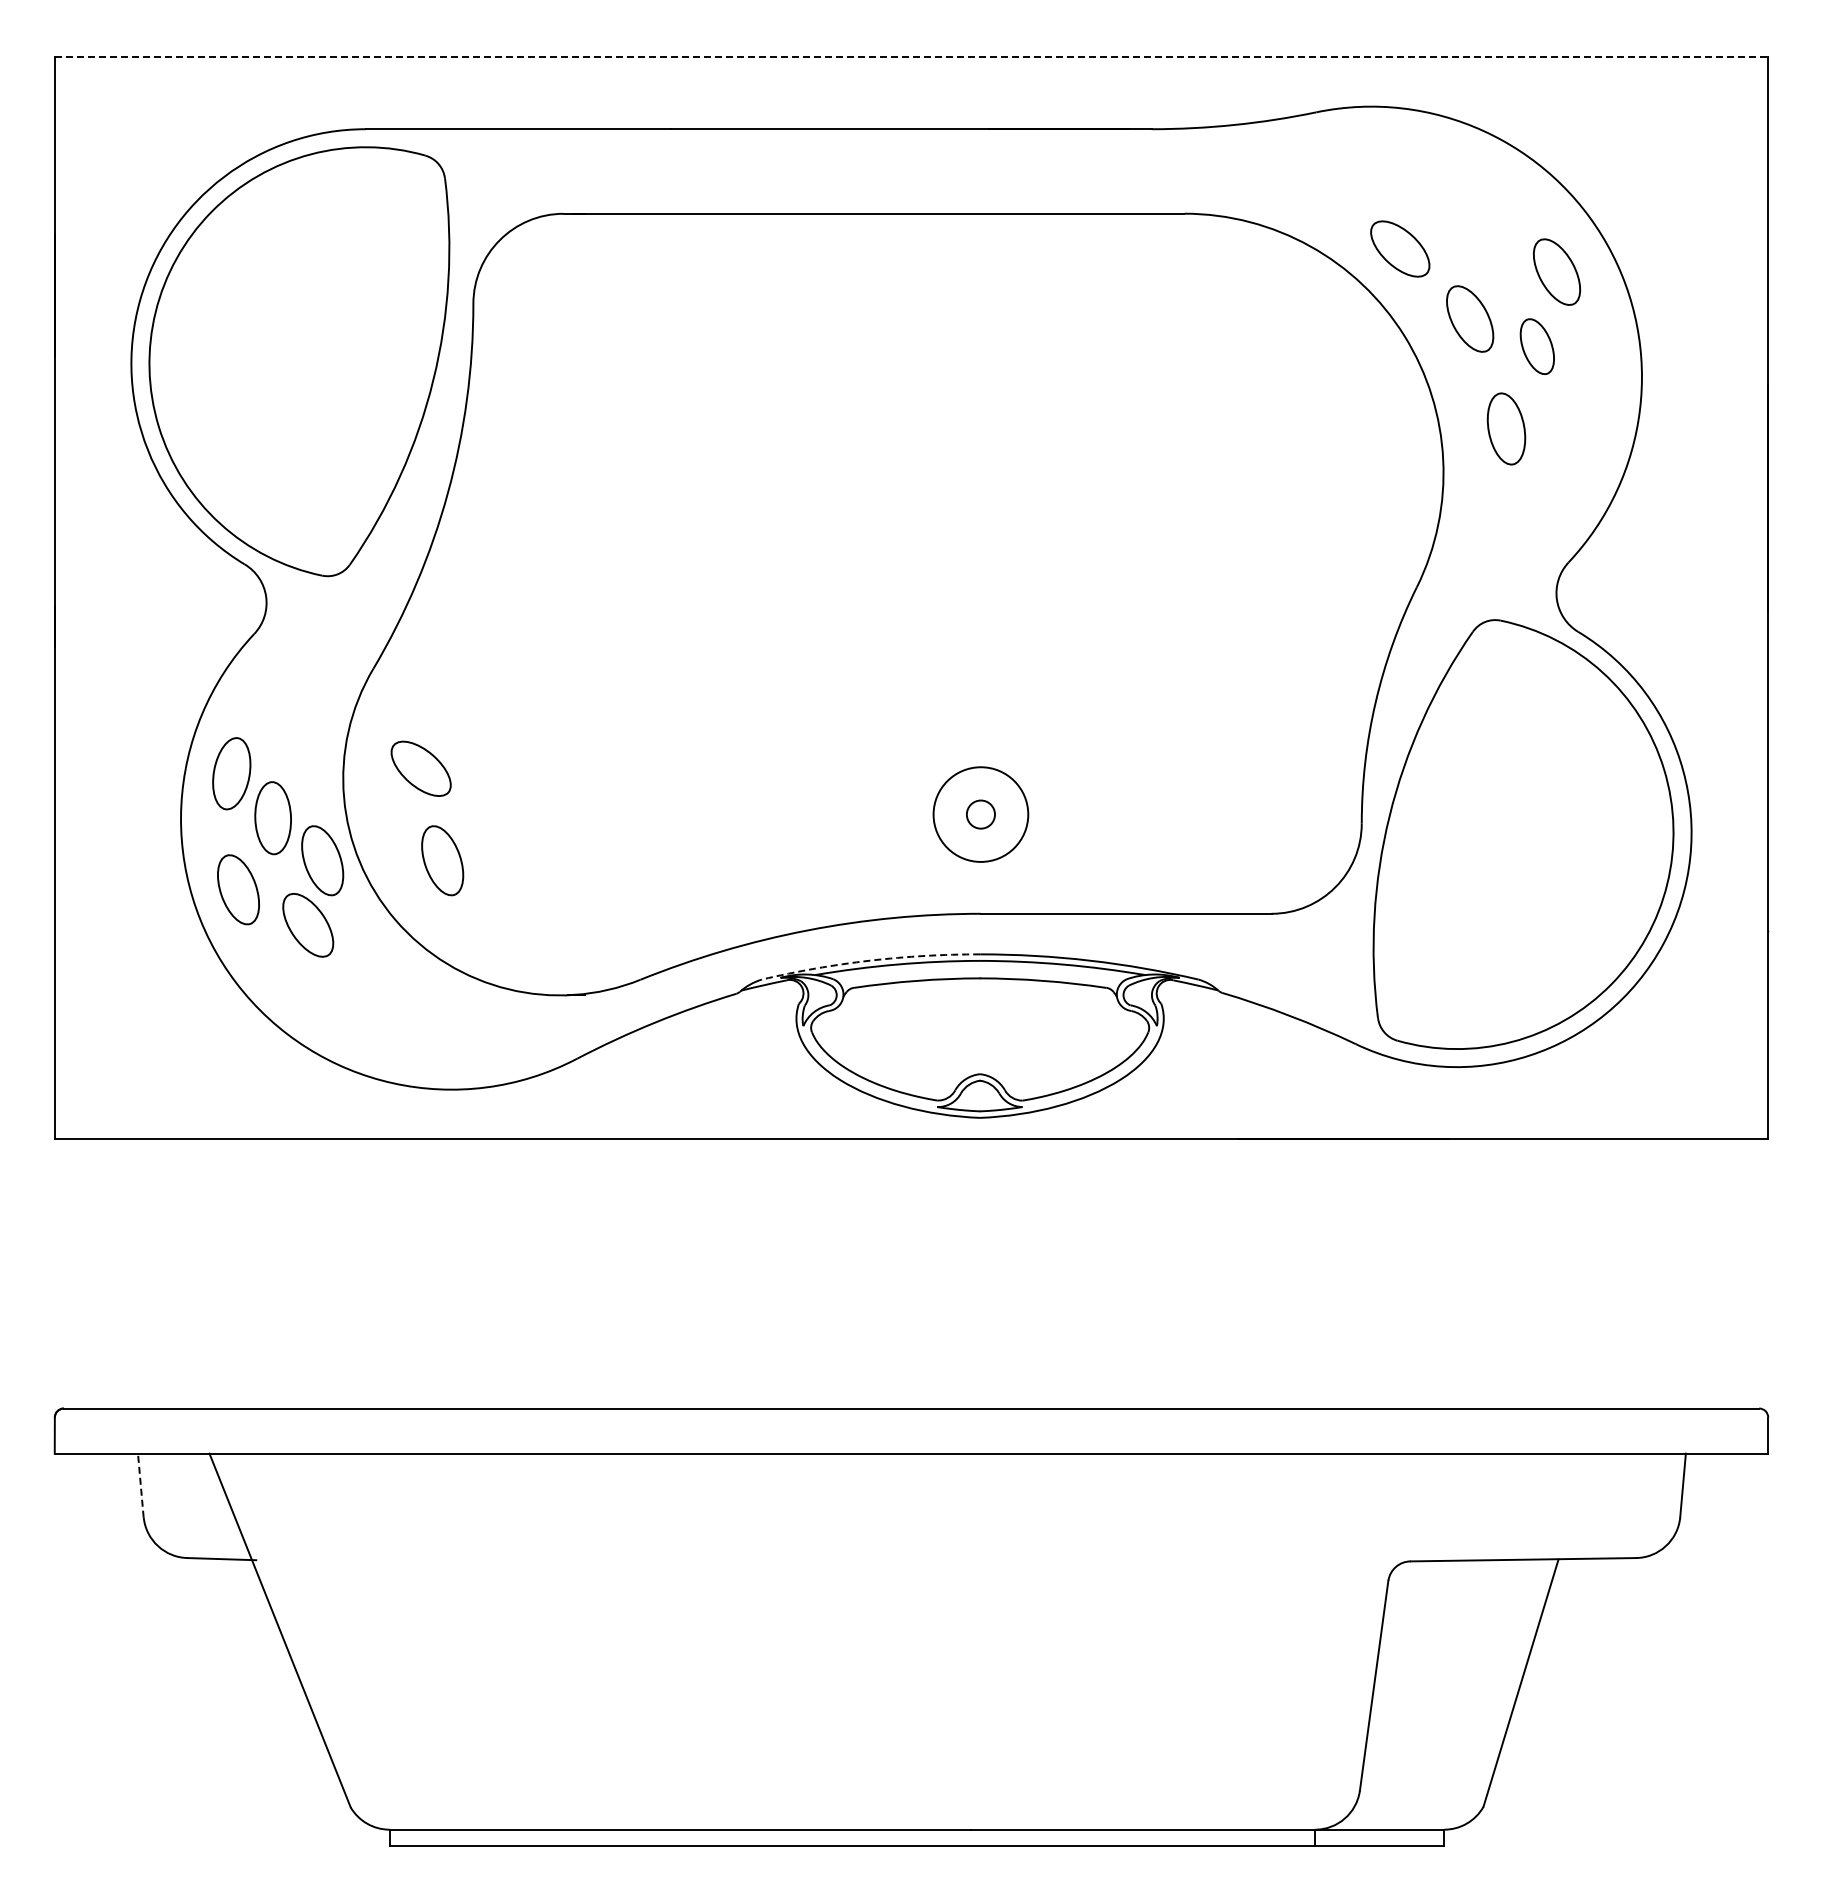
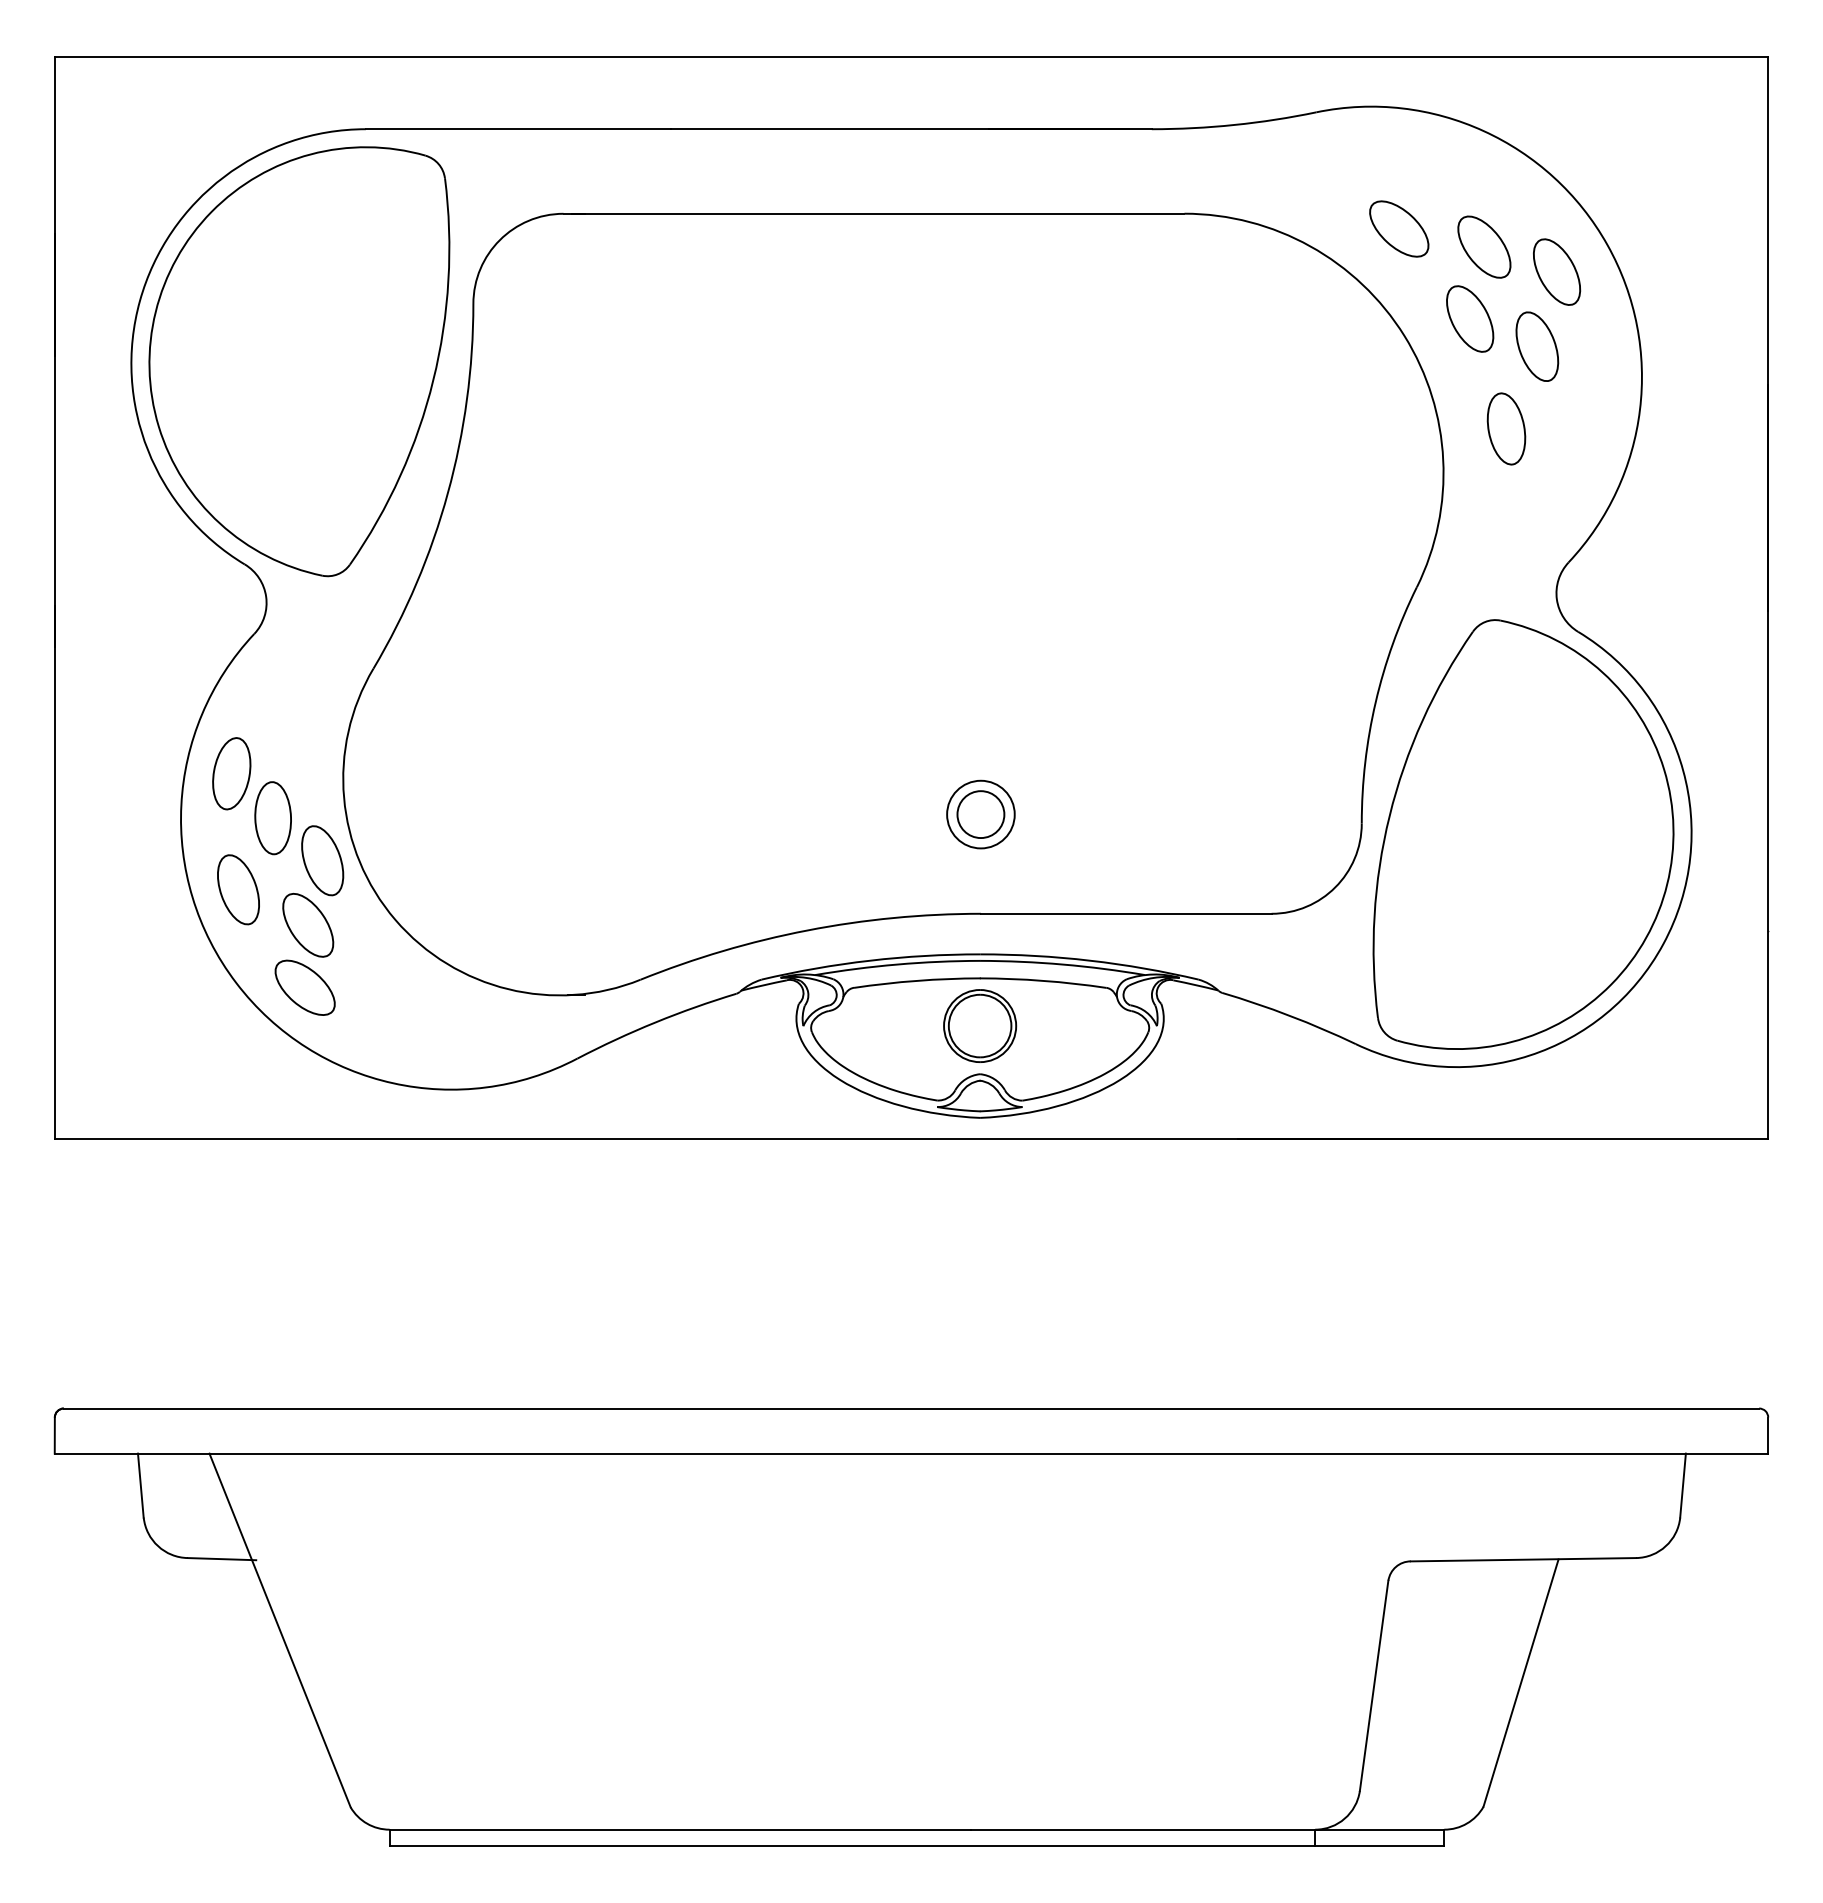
line at (911, 57): dashed -> solid
part at (1484, 246): none -> present
part at (1400, 248) position: (1400, 248) -> (1399, 228)
part at (1536, 346) size: 36x57 px -> 45x71 px
part at (420, 768) position: (420, 768) -> (304, 987)
circle at (980, 814) diameter: 28 px -> 47 px
circle at (980, 814) diameter: 95 px -> 68 px
part at (442, 860): present -> none
arc at (870, 960): dashed -> solid
part at (980, 1025): none -> present
line at (140, 1485): dashed -> solid
